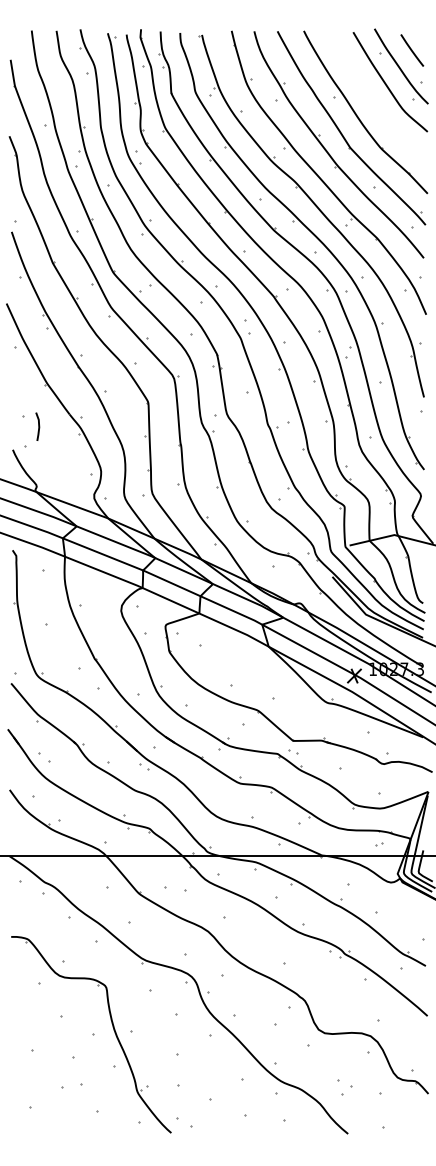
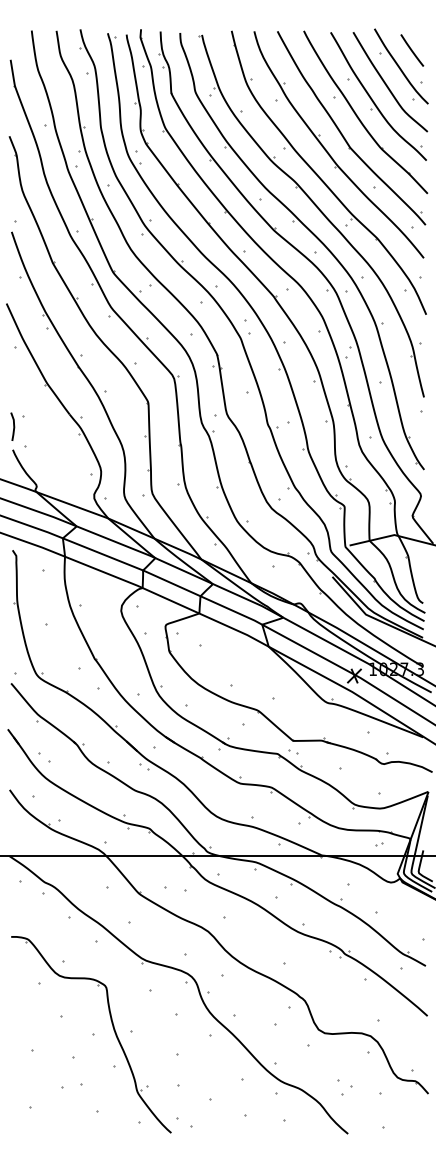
part at (372, 98): none -> present
line at (38, 426) position: (38, 426) -> (13, 426)
